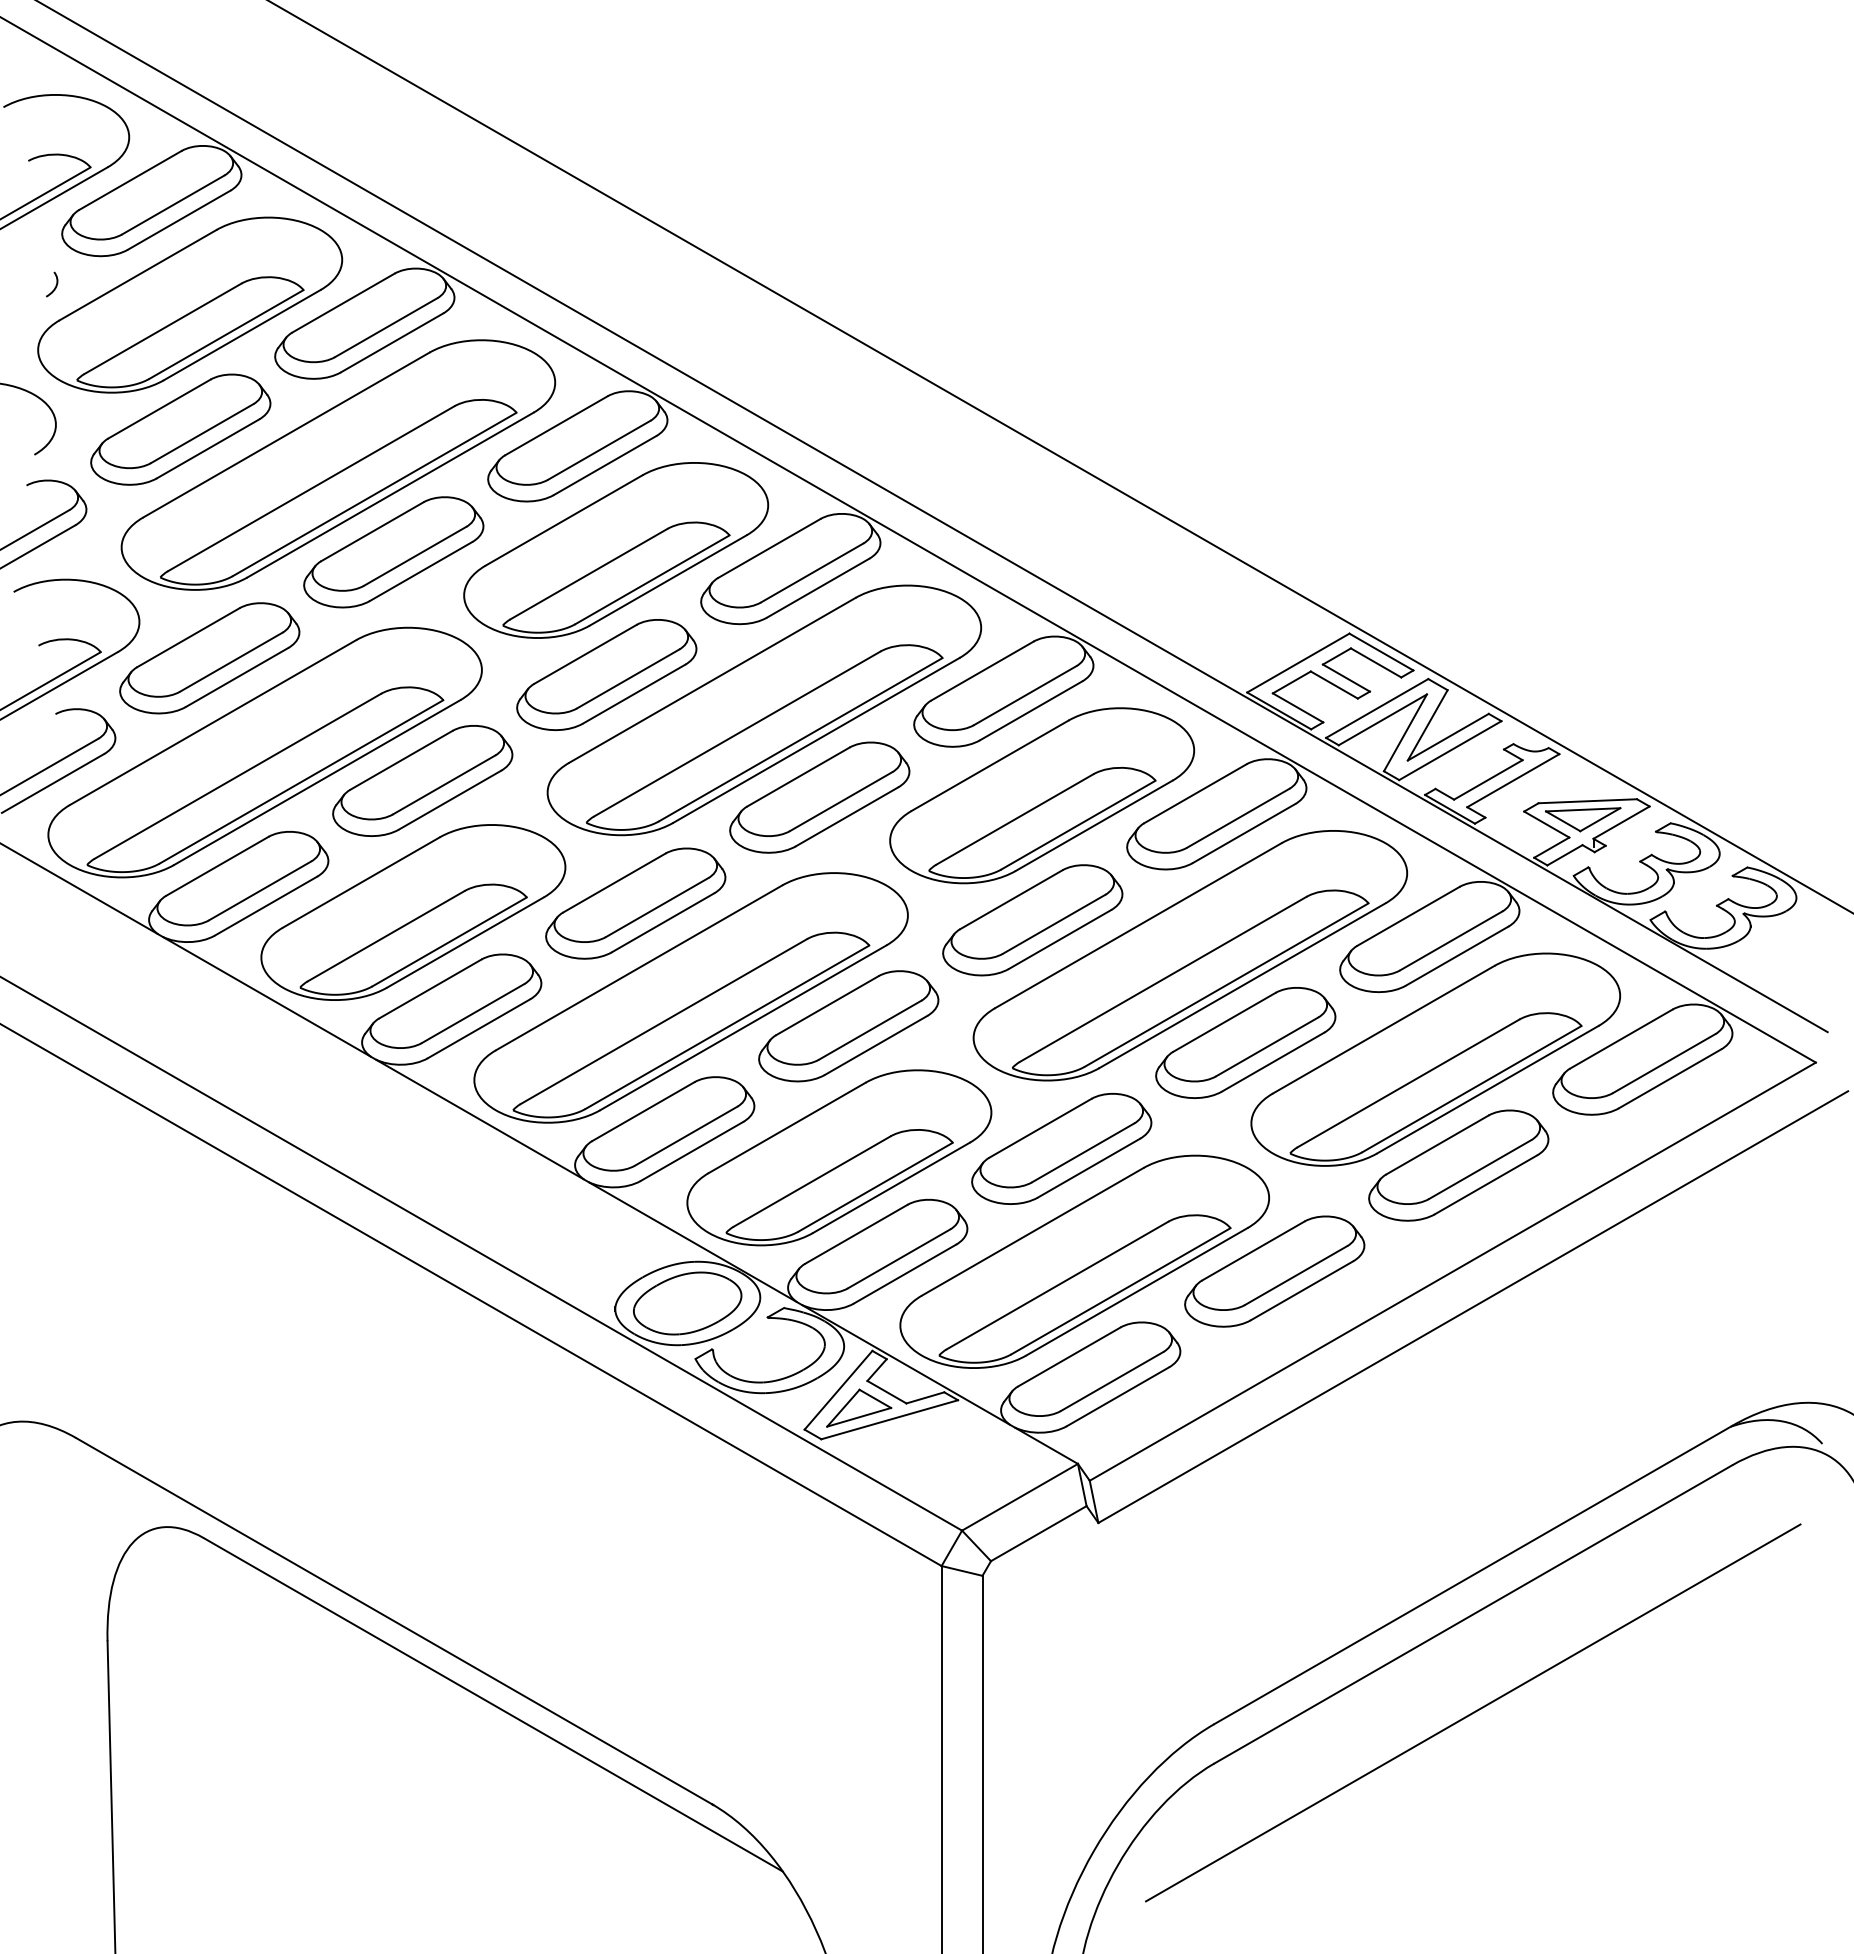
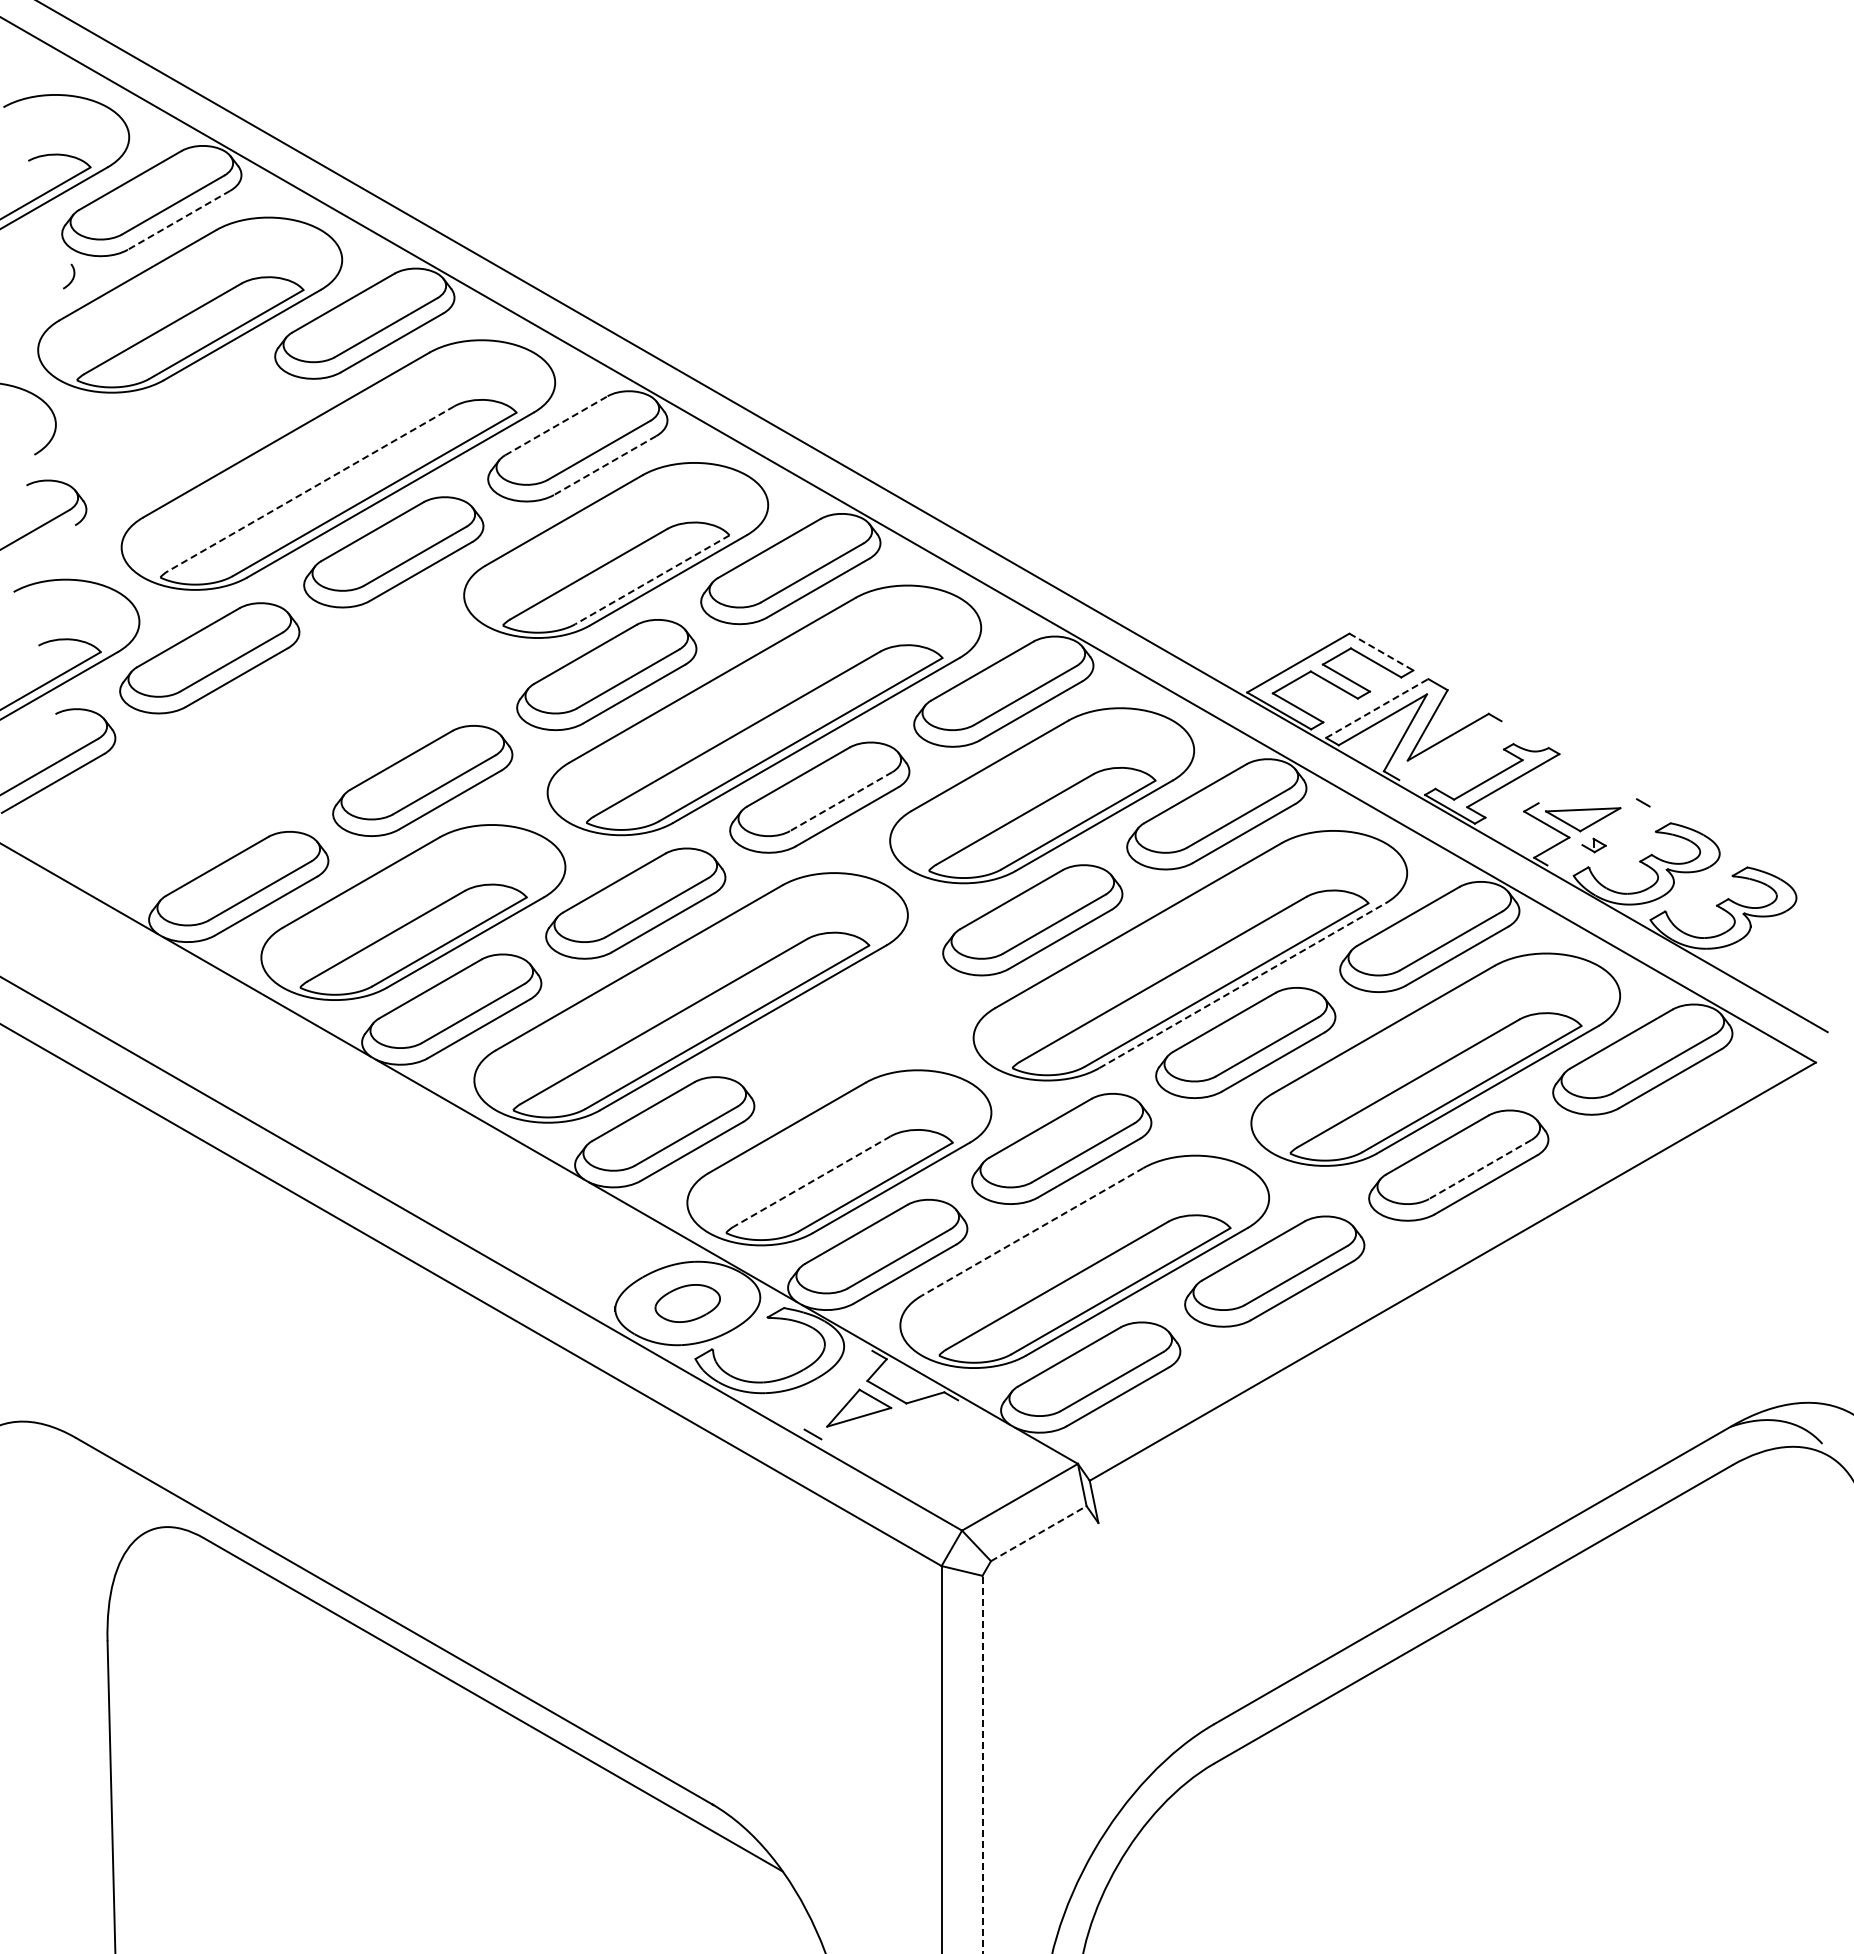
line at (179, 220): solid -> dashed
curve at (55, 285) position: (55, 285) -> (72, 277)
line at (556, 425): solid -> dashed
part at (180, 429): present -> none
line at (1060, 457): present -> none
line at (605, 465): solid -> dashed
line at (310, 489): solid -> dashed
line at (38, 546): present -> none
line at (652, 579): solid -> dashed
line at (1381, 652): solid -> dashed
line at (1377, 708): solid -> dashed
line at (1450, 750): present -> none
part at (264, 752): present -> none
line at (841, 801): solid -> dashed
line at (1587, 801): present -> none
line at (1621, 822): present -> none
line at (1564, 855): present -> none
line at (1242, 985): solid -> dashed
part at (848, 1026): present -> none
line at (1480, 1169): solid -> dashed
line at (811, 1181): solid -> dashed
line at (1032, 1231): solid -> dashed
part at (687, 1303) size: 110x65 px -> 67x39 px
line at (1473, 1306): present -> none
line at (838, 1389): present -> none
line at (889, 1419): present -> none
line at (1039, 1533): solid -> dashed
line at (1473, 1712): present -> none
line at (982, 1764): solid -> dashed
